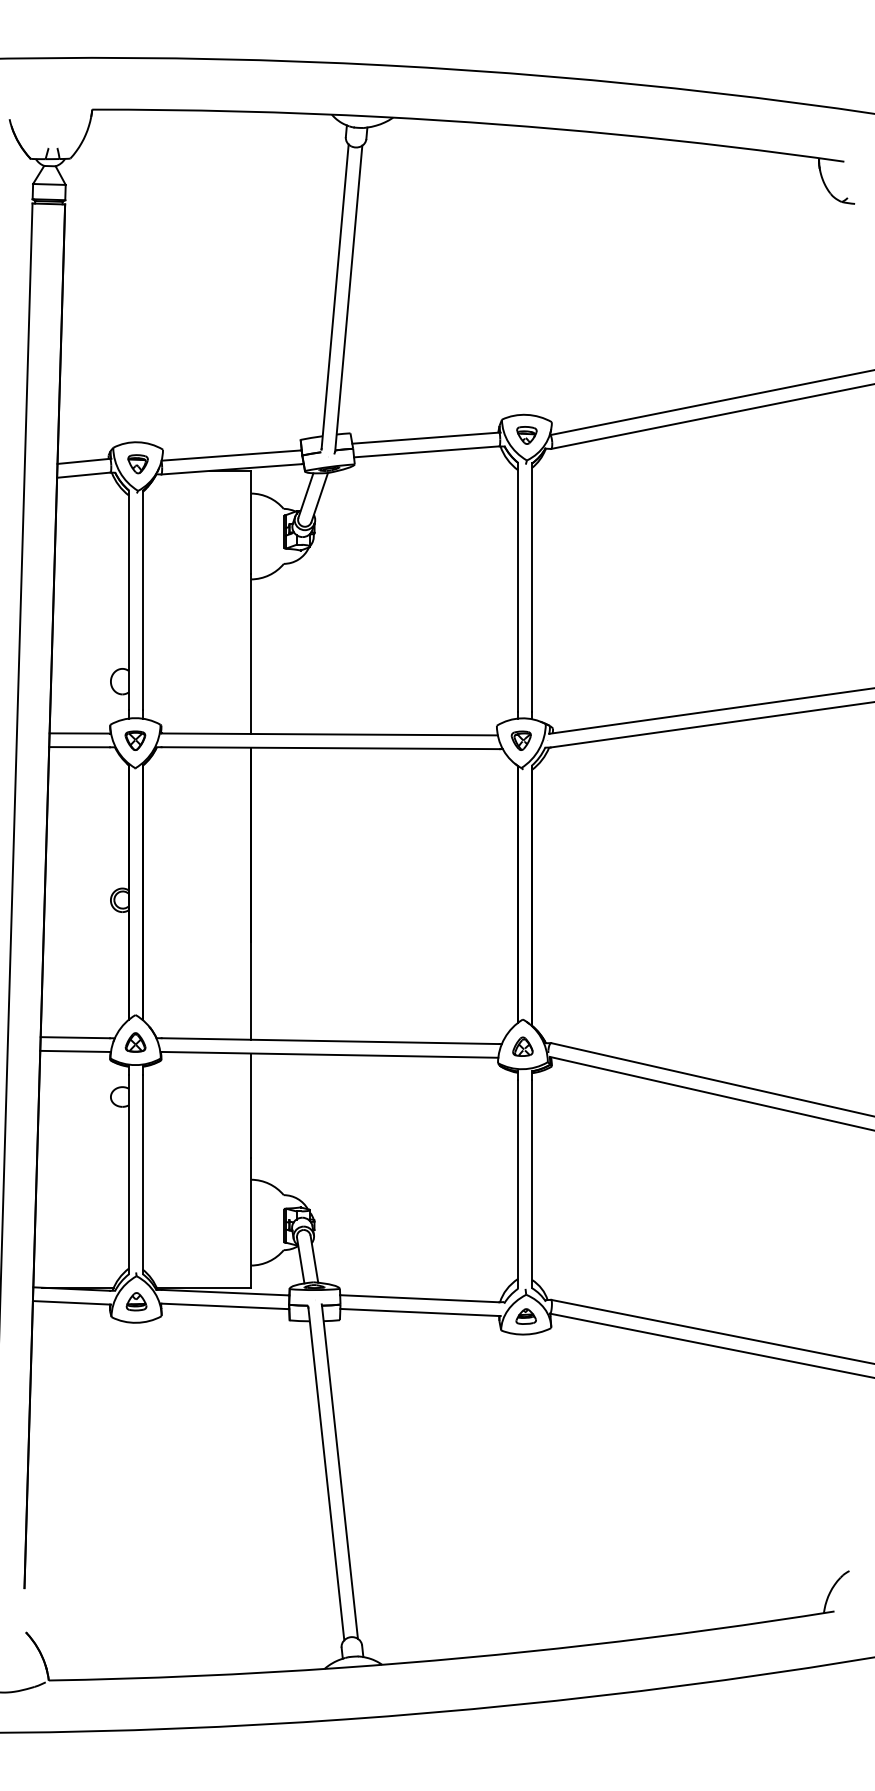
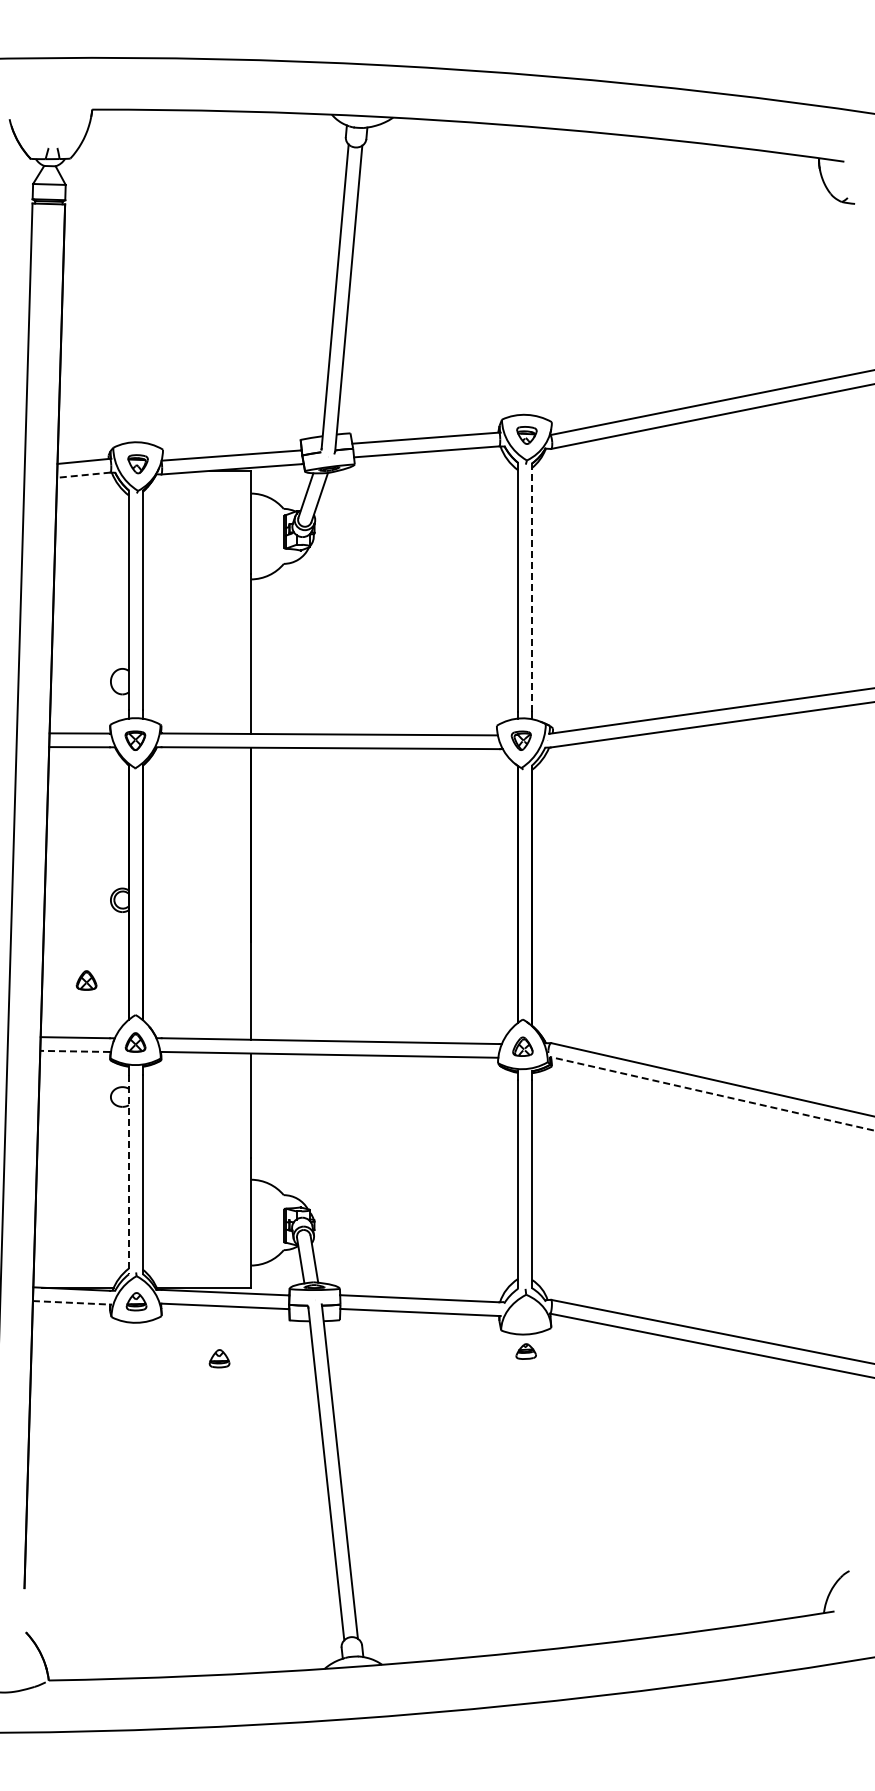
line at (83, 475): solid -> dashed
line at (531, 587): solid -> dashed
part at (86, 980): none -> present
line at (75, 1051): solid -> dashed
line at (711, 1093): solid -> dashed
line at (128, 1174): solid -> dashed
line at (71, 1302): solid -> dashed
part at (525, 1316) position: (525, 1316) -> (525, 1351)
part at (219, 1358): none -> present
